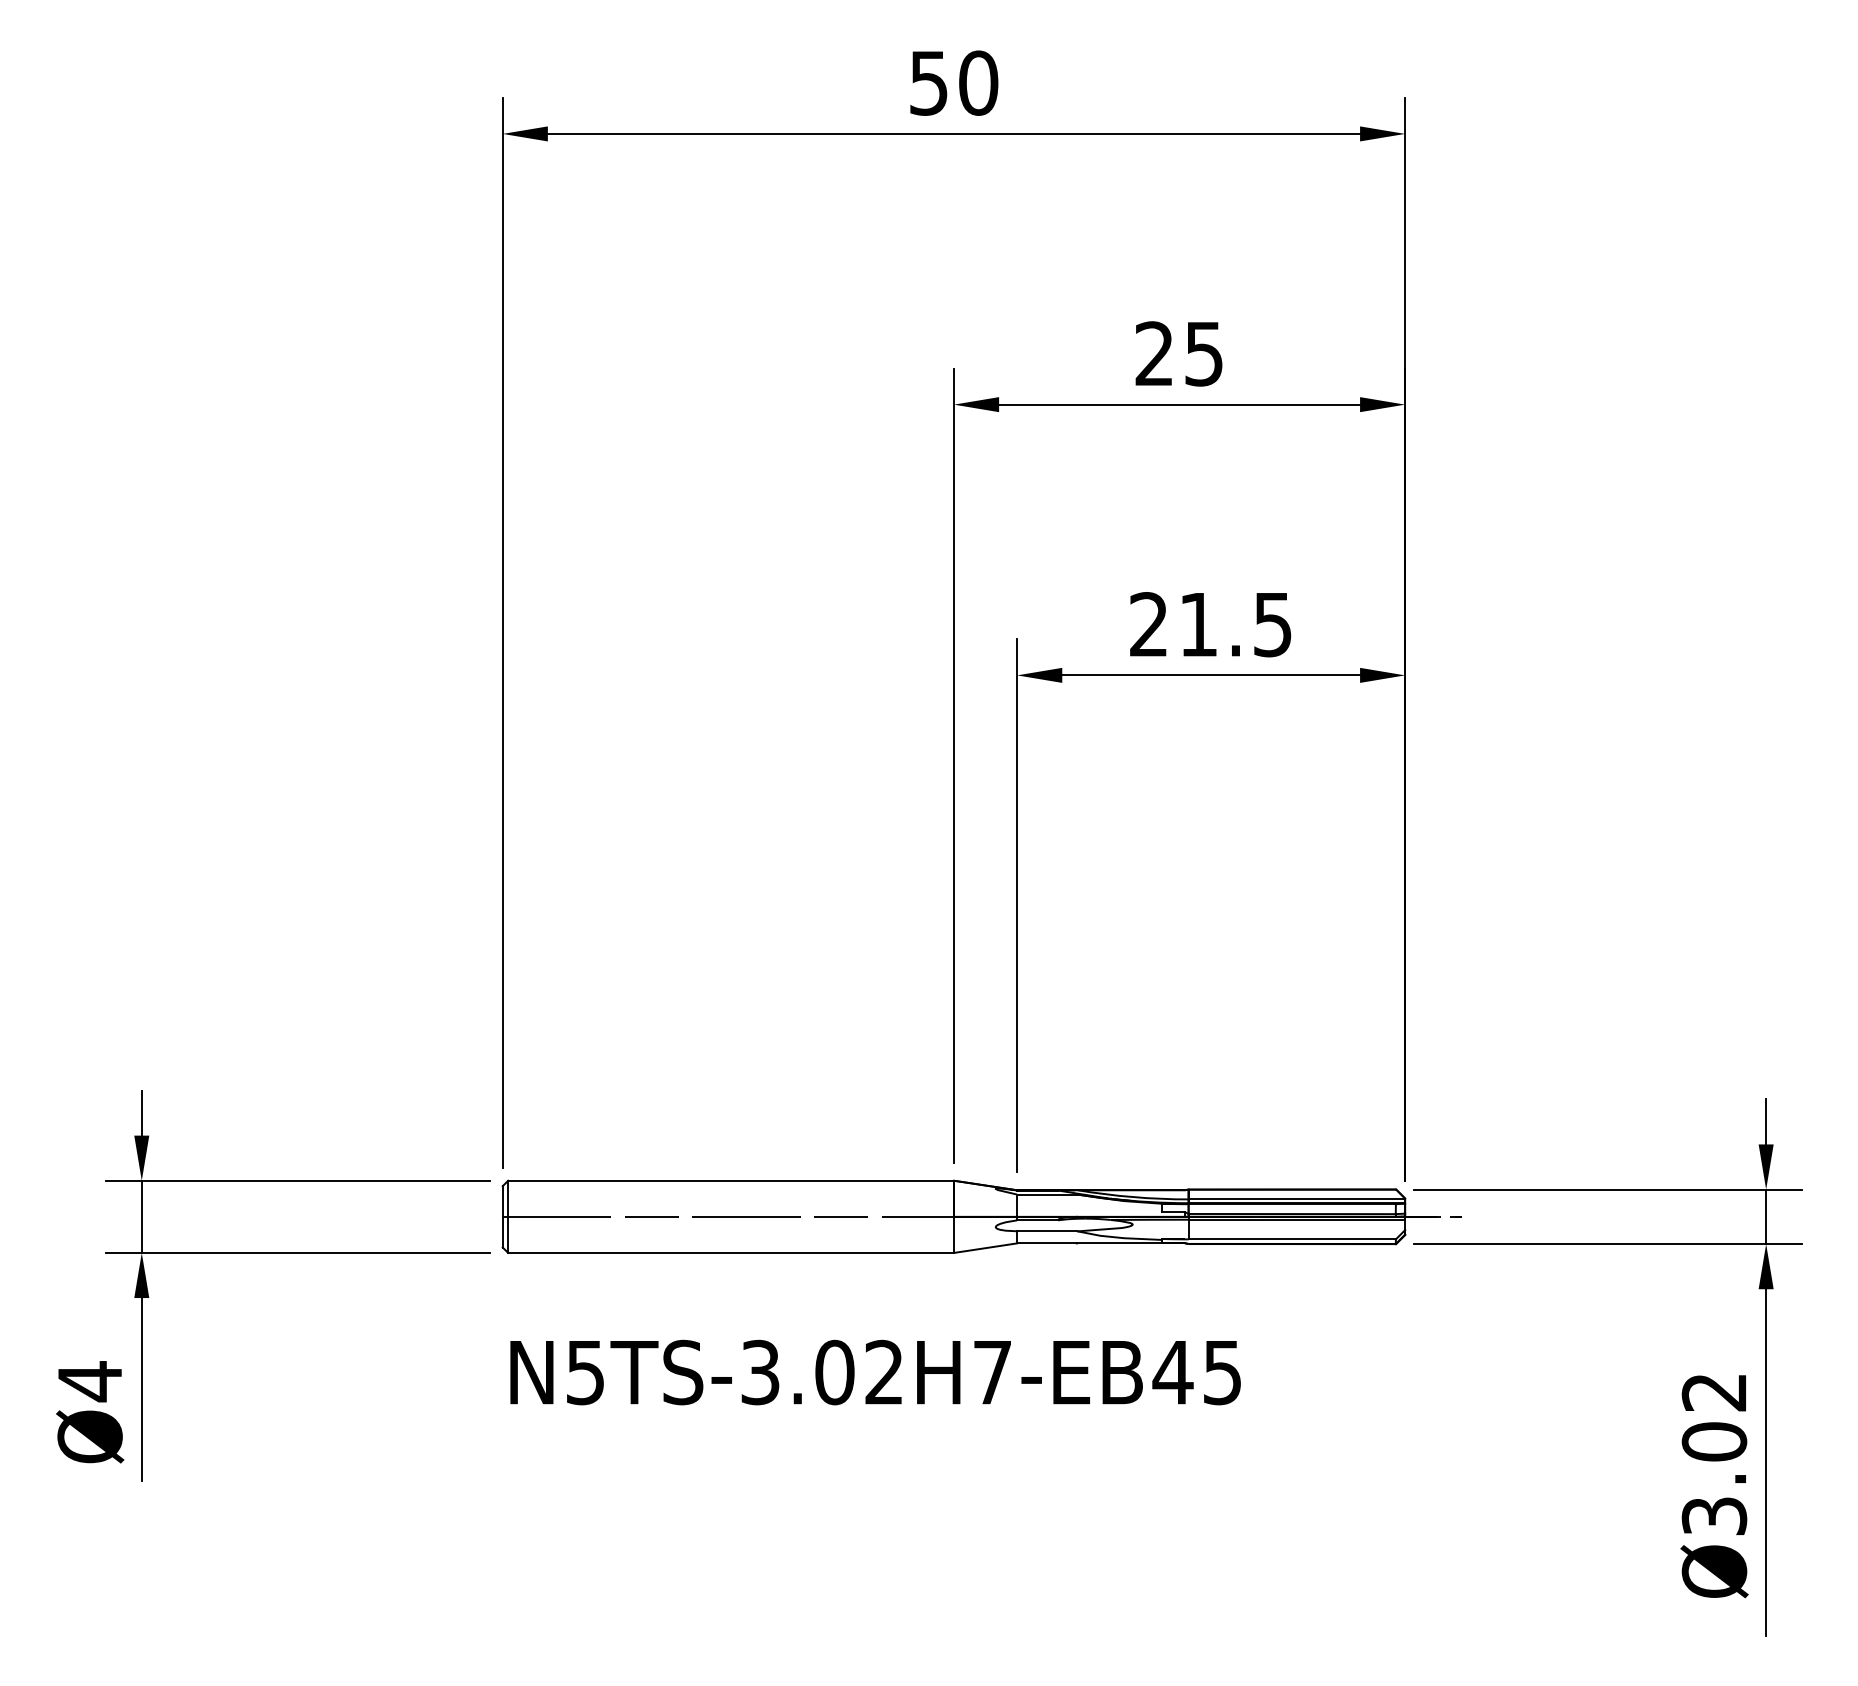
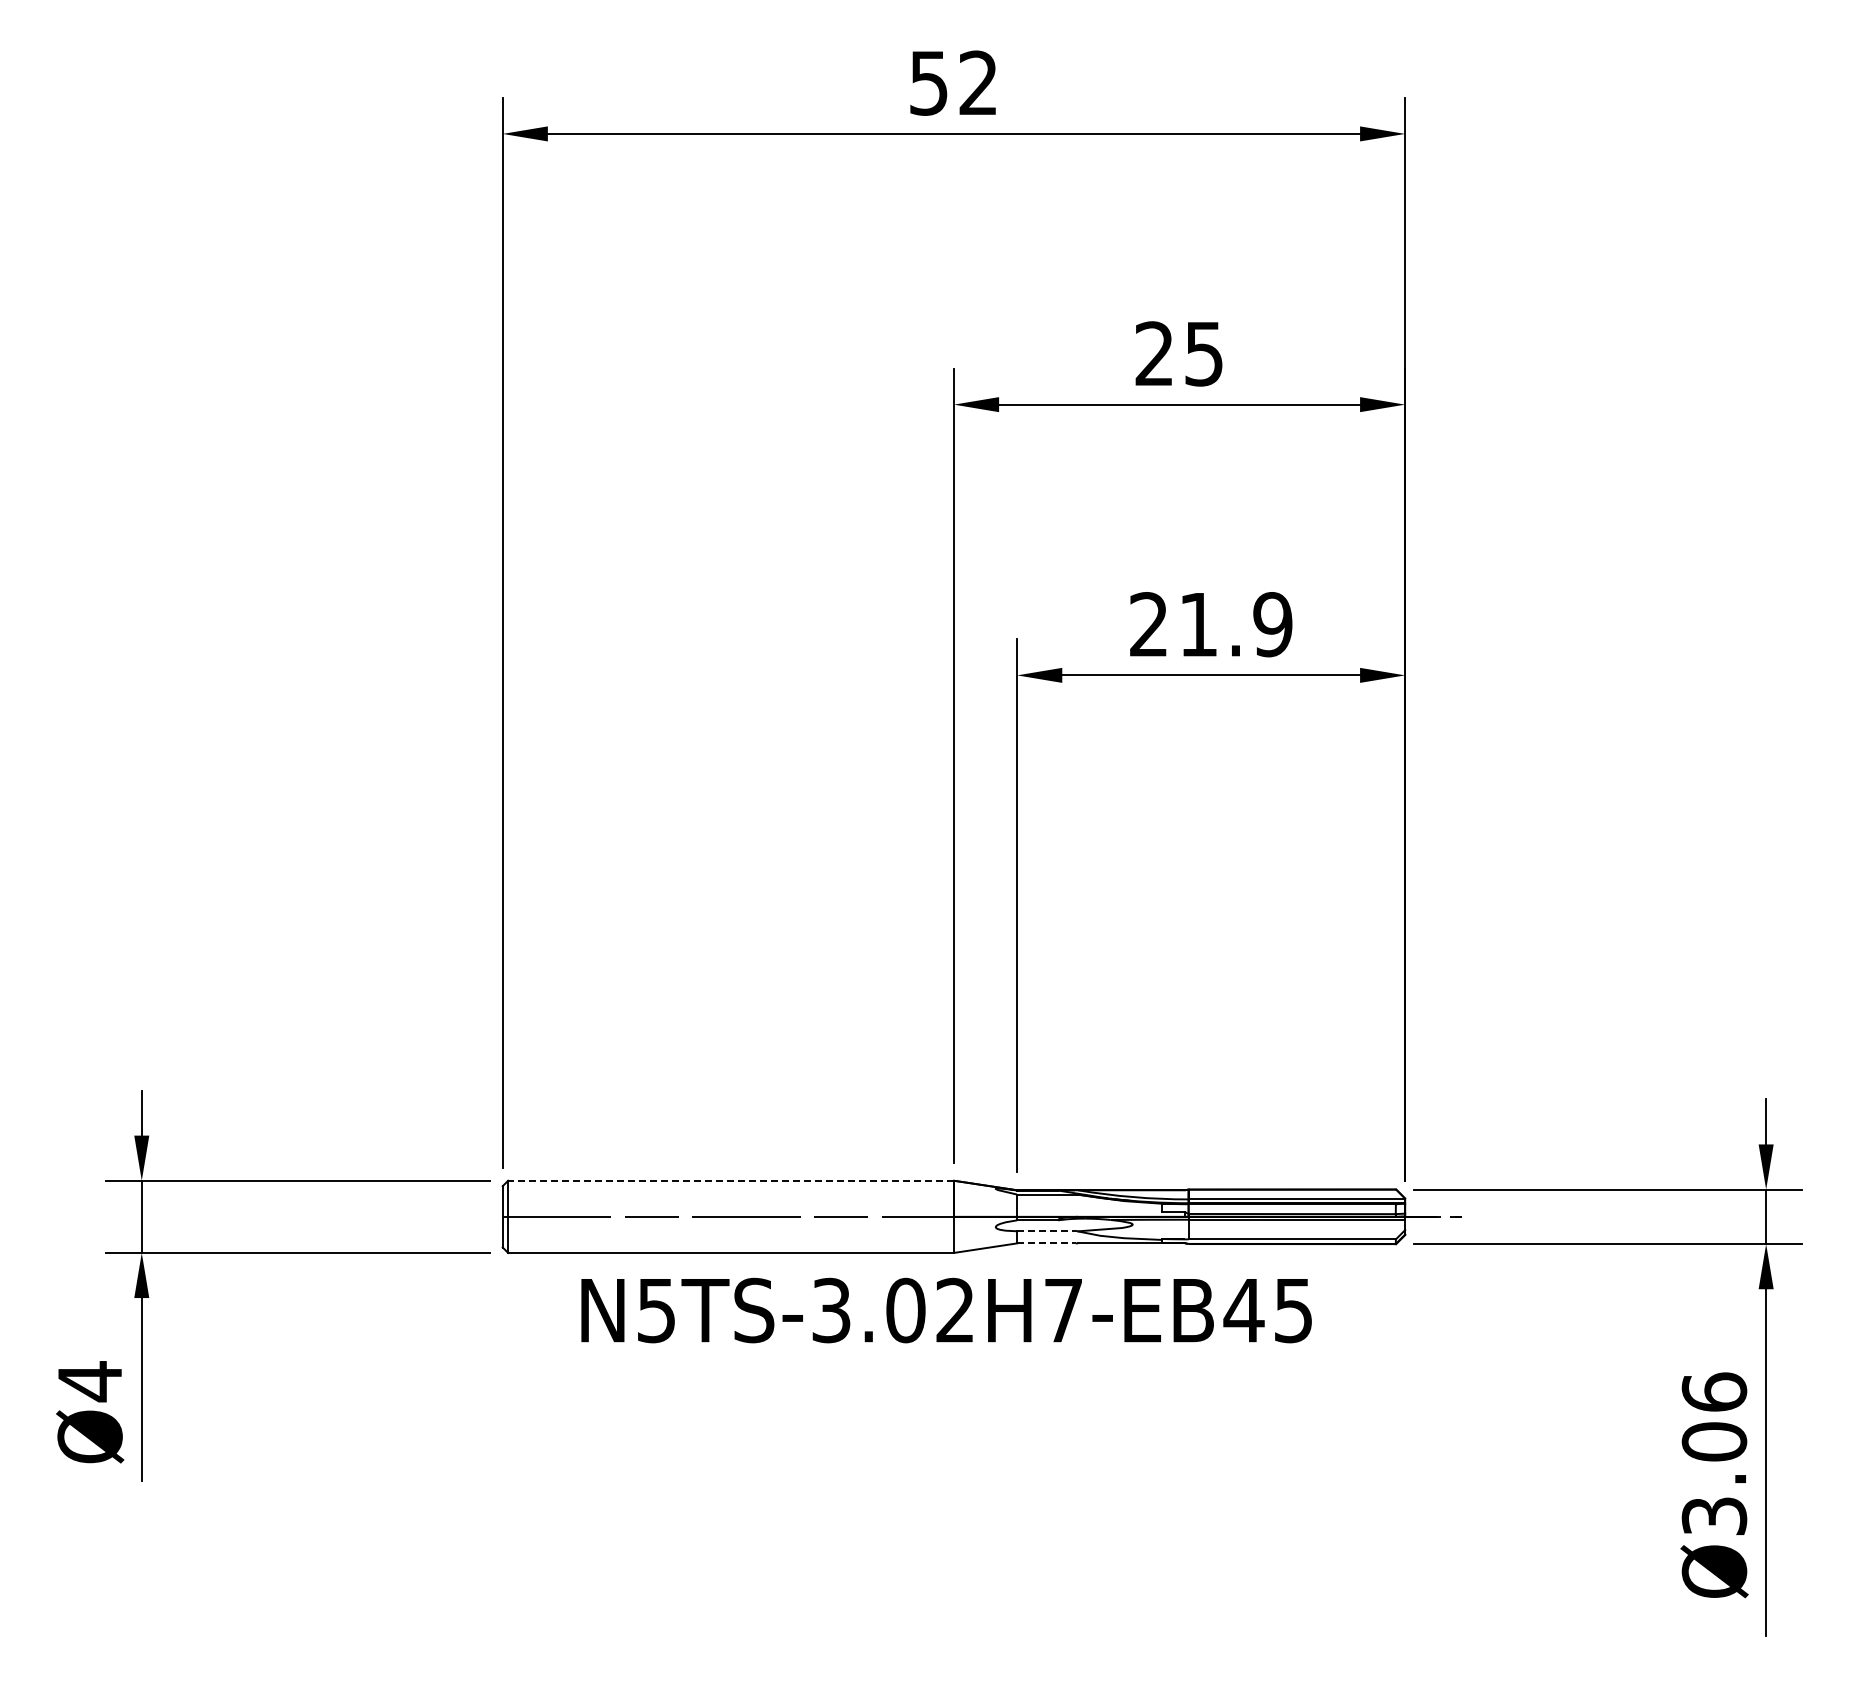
text at (978, 82): 50 -> 52
text at (1272, 624): 21.5 -> 21.9
line at (731, 1180): solid -> dashed
line at (1047, 1231): solid -> dashed
line at (1046, 1243): solid -> dashed
text at (875, 1372) position: (875, 1372) -> (946, 1310)
text at (1714, 1391): Ø3.02 -> Ø3.06
